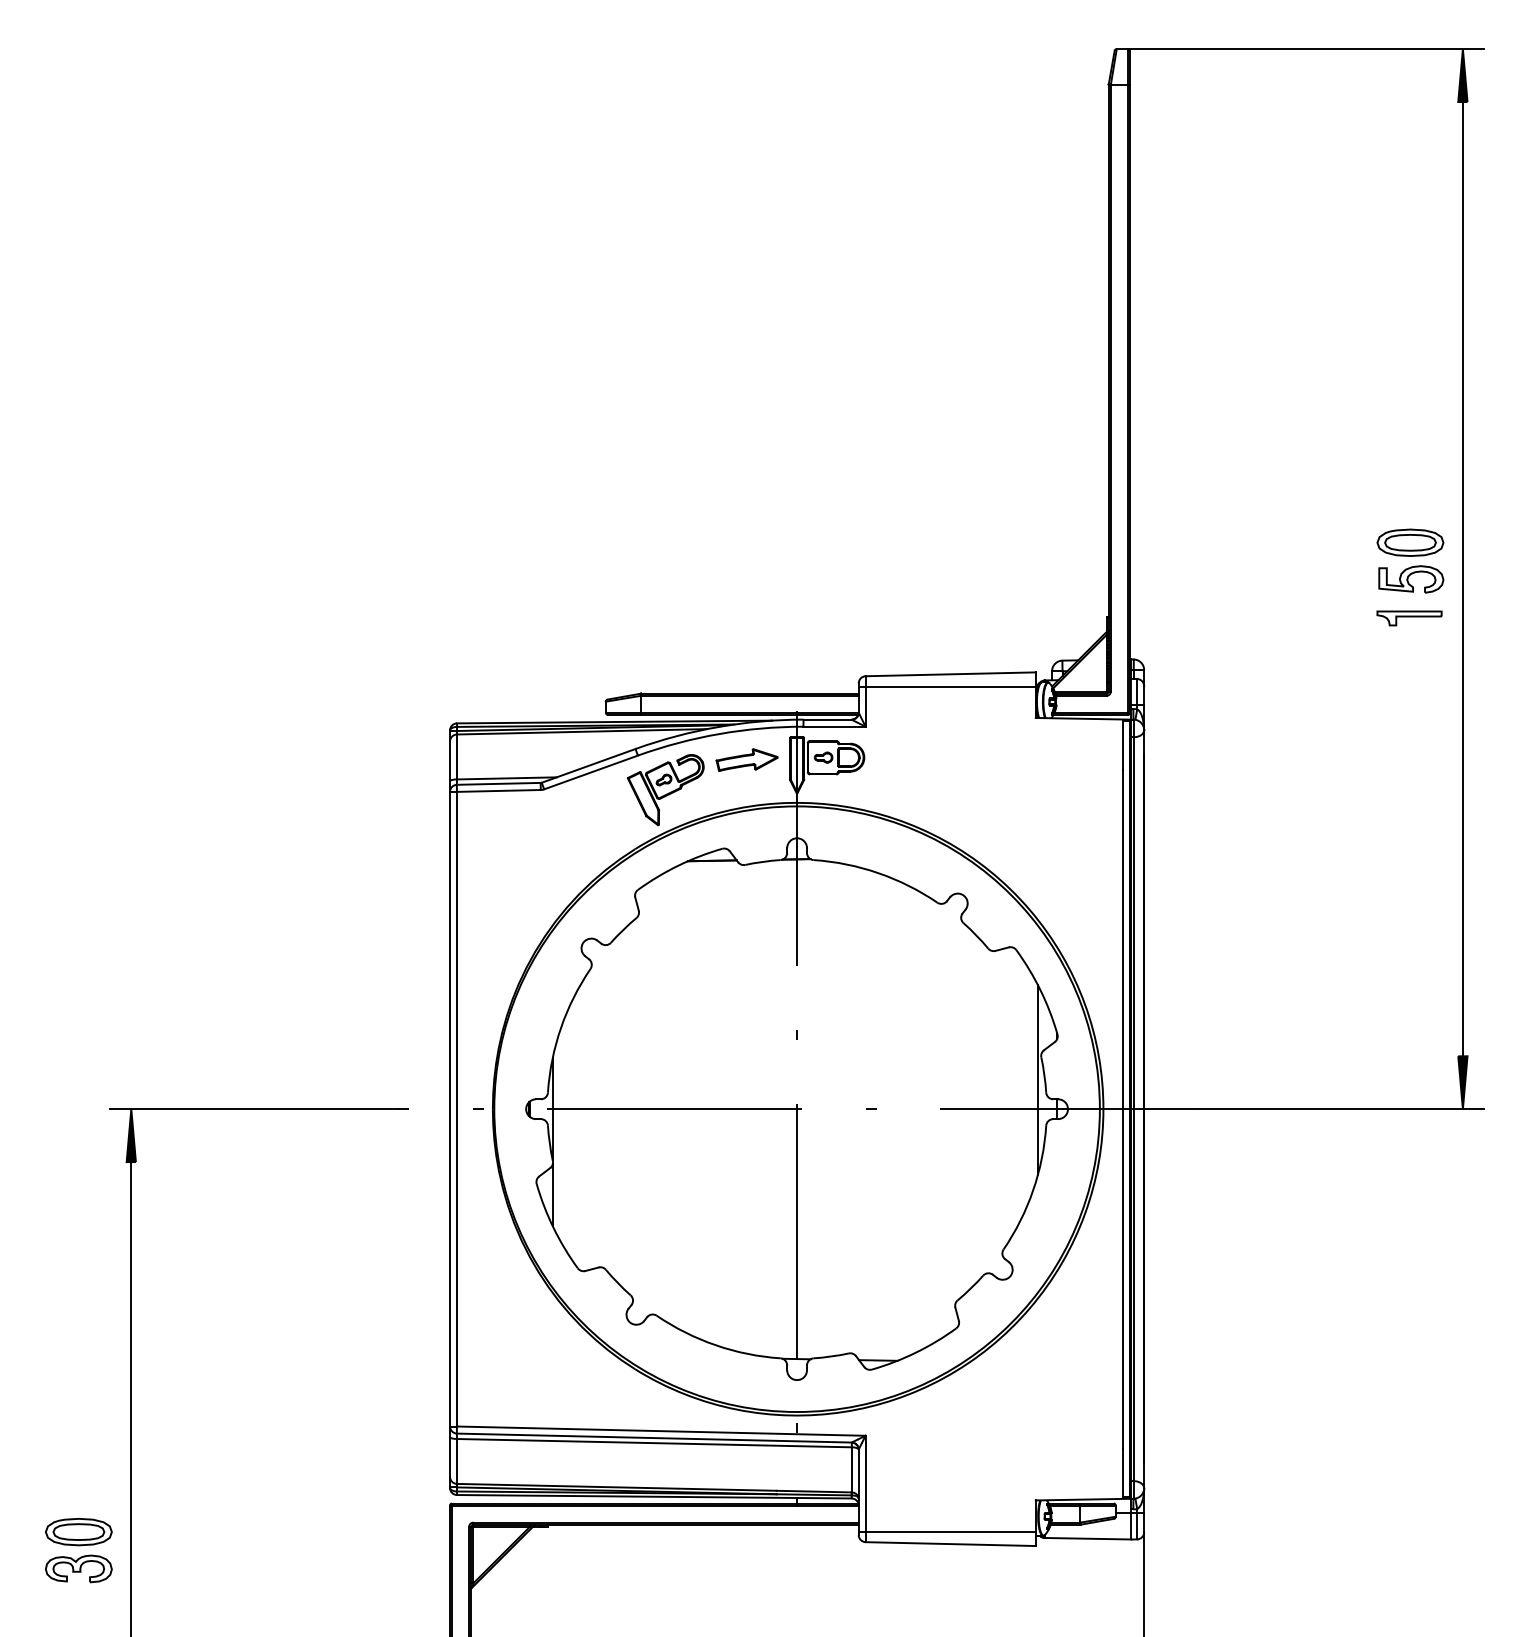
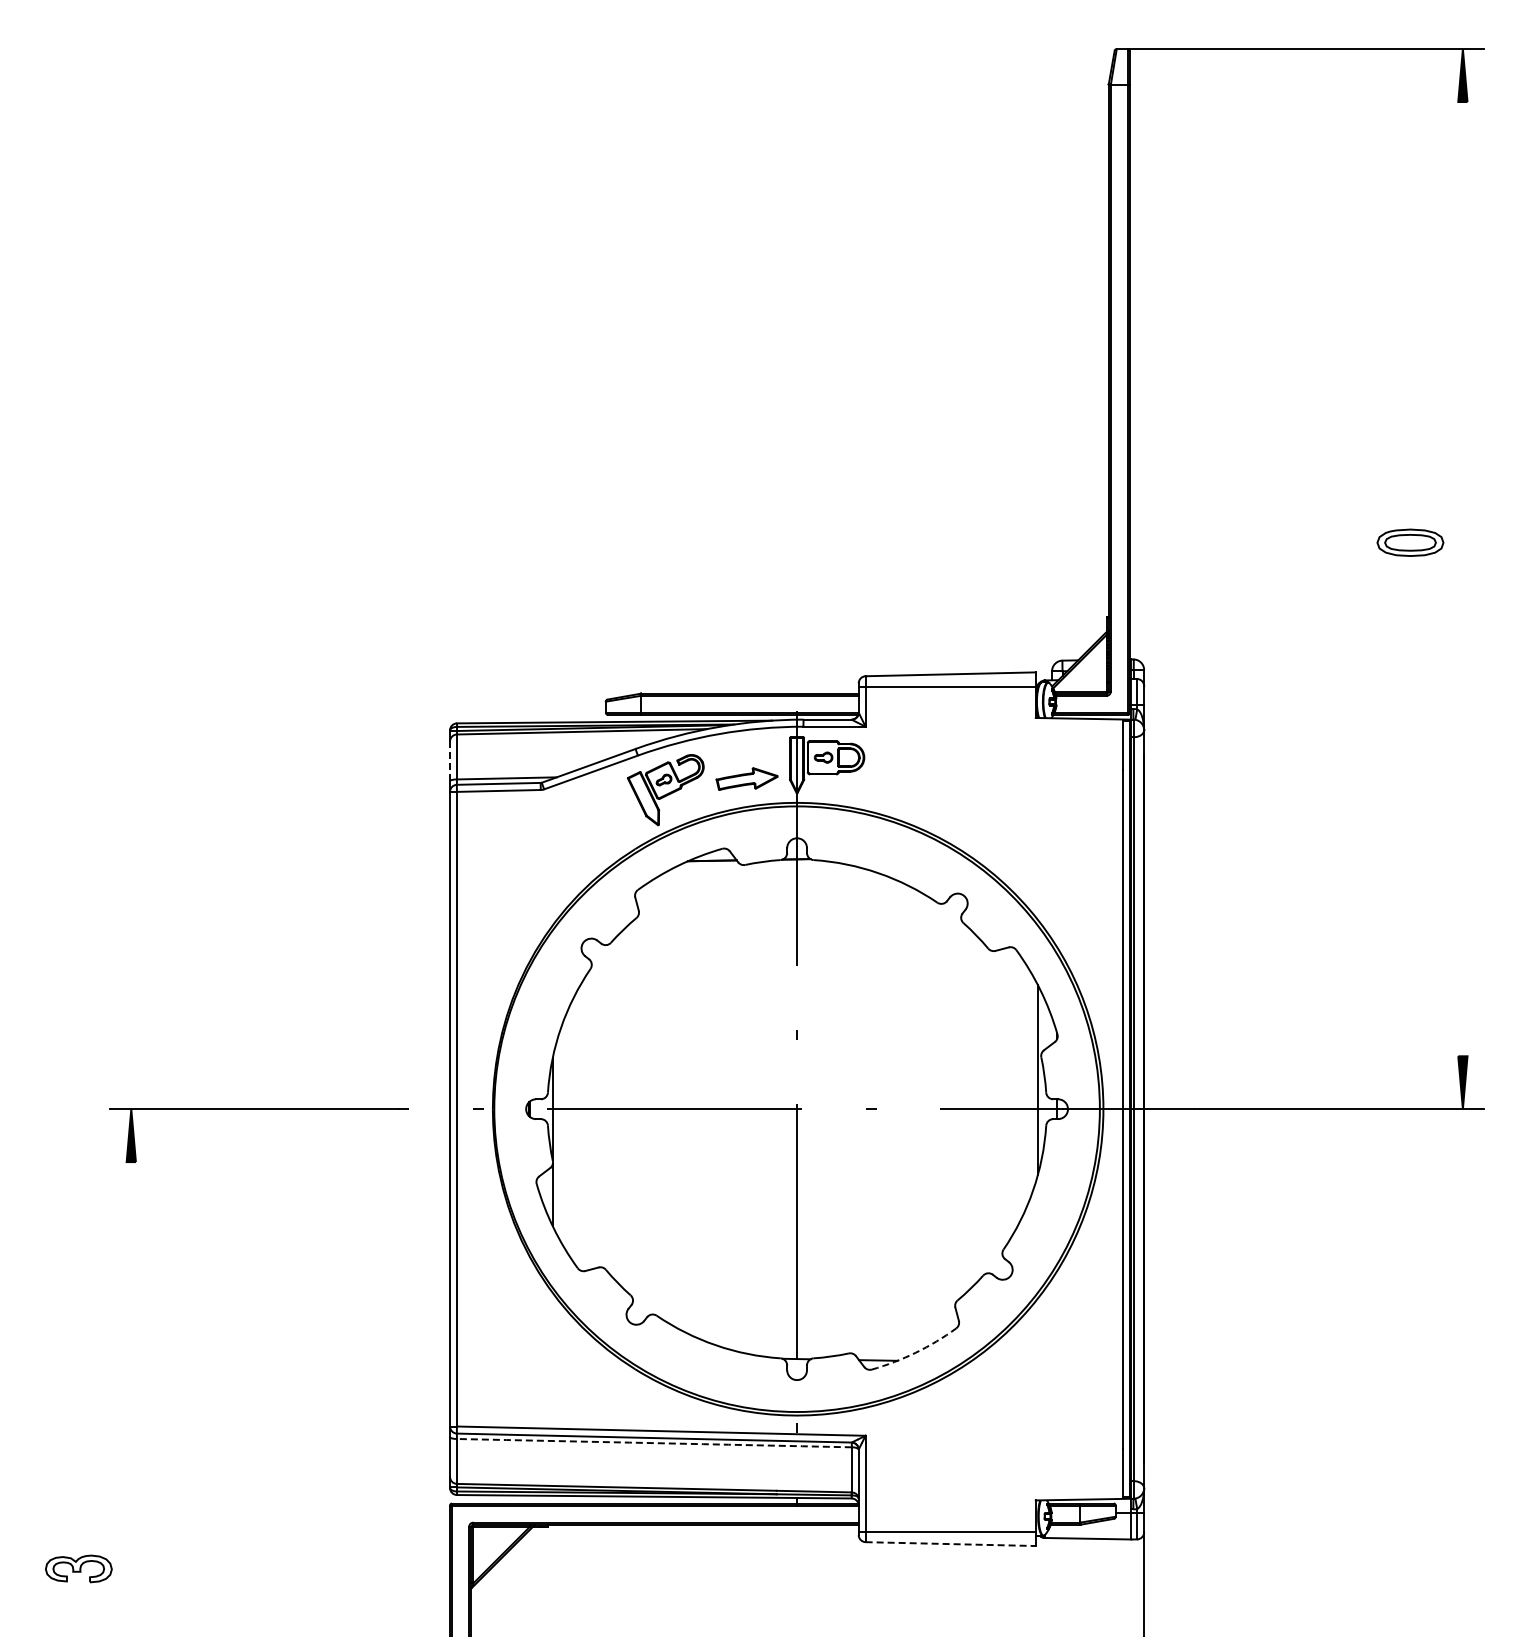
part at (1411, 579): present -> none
line at (1462, 579): present -> none
part at (1409, 618): present -> none
part at (746, 759) position: (746, 759) -> (746, 778)
line at (450, 761): solid -> dashed
arc at (915, 1352): solid -> dashed
line at (131, 1397): present -> none
arc at (654, 1443): solid -> dashed
part at (78, 1532): present -> none
line at (951, 1544): solid -> dashed
